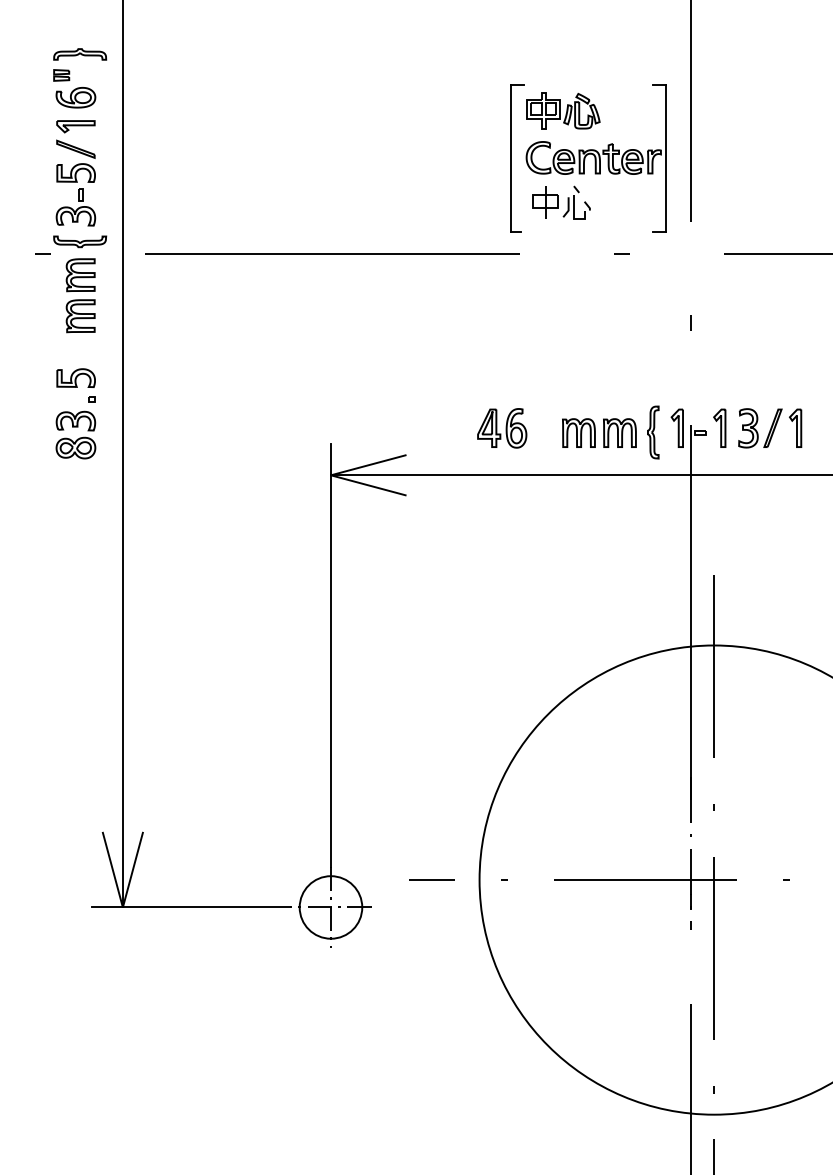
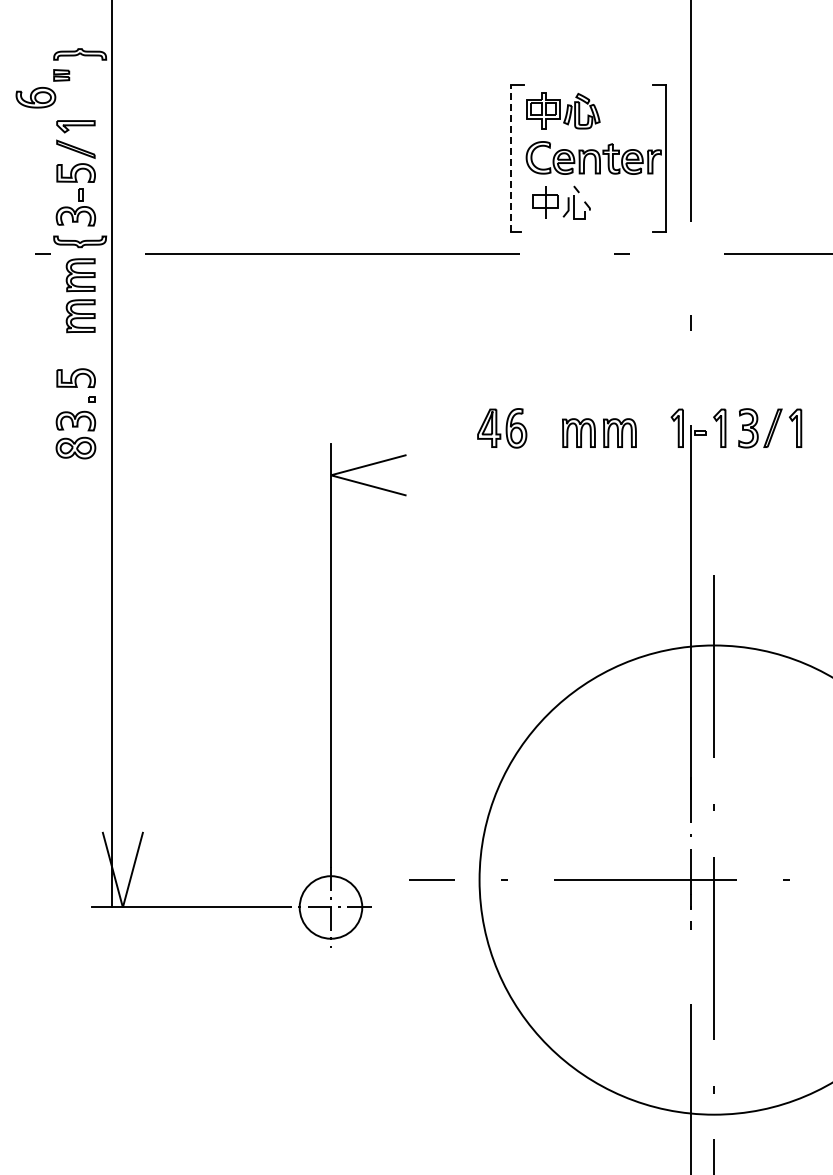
part at (75, 97) position: (75, 97) -> (35, 97)
line at (511, 157): solid -> dashed
part at (653, 432): present -> none
line at (122, 454) position: (122, 454) -> (111, 454)
line at (579, 475): present -> none
